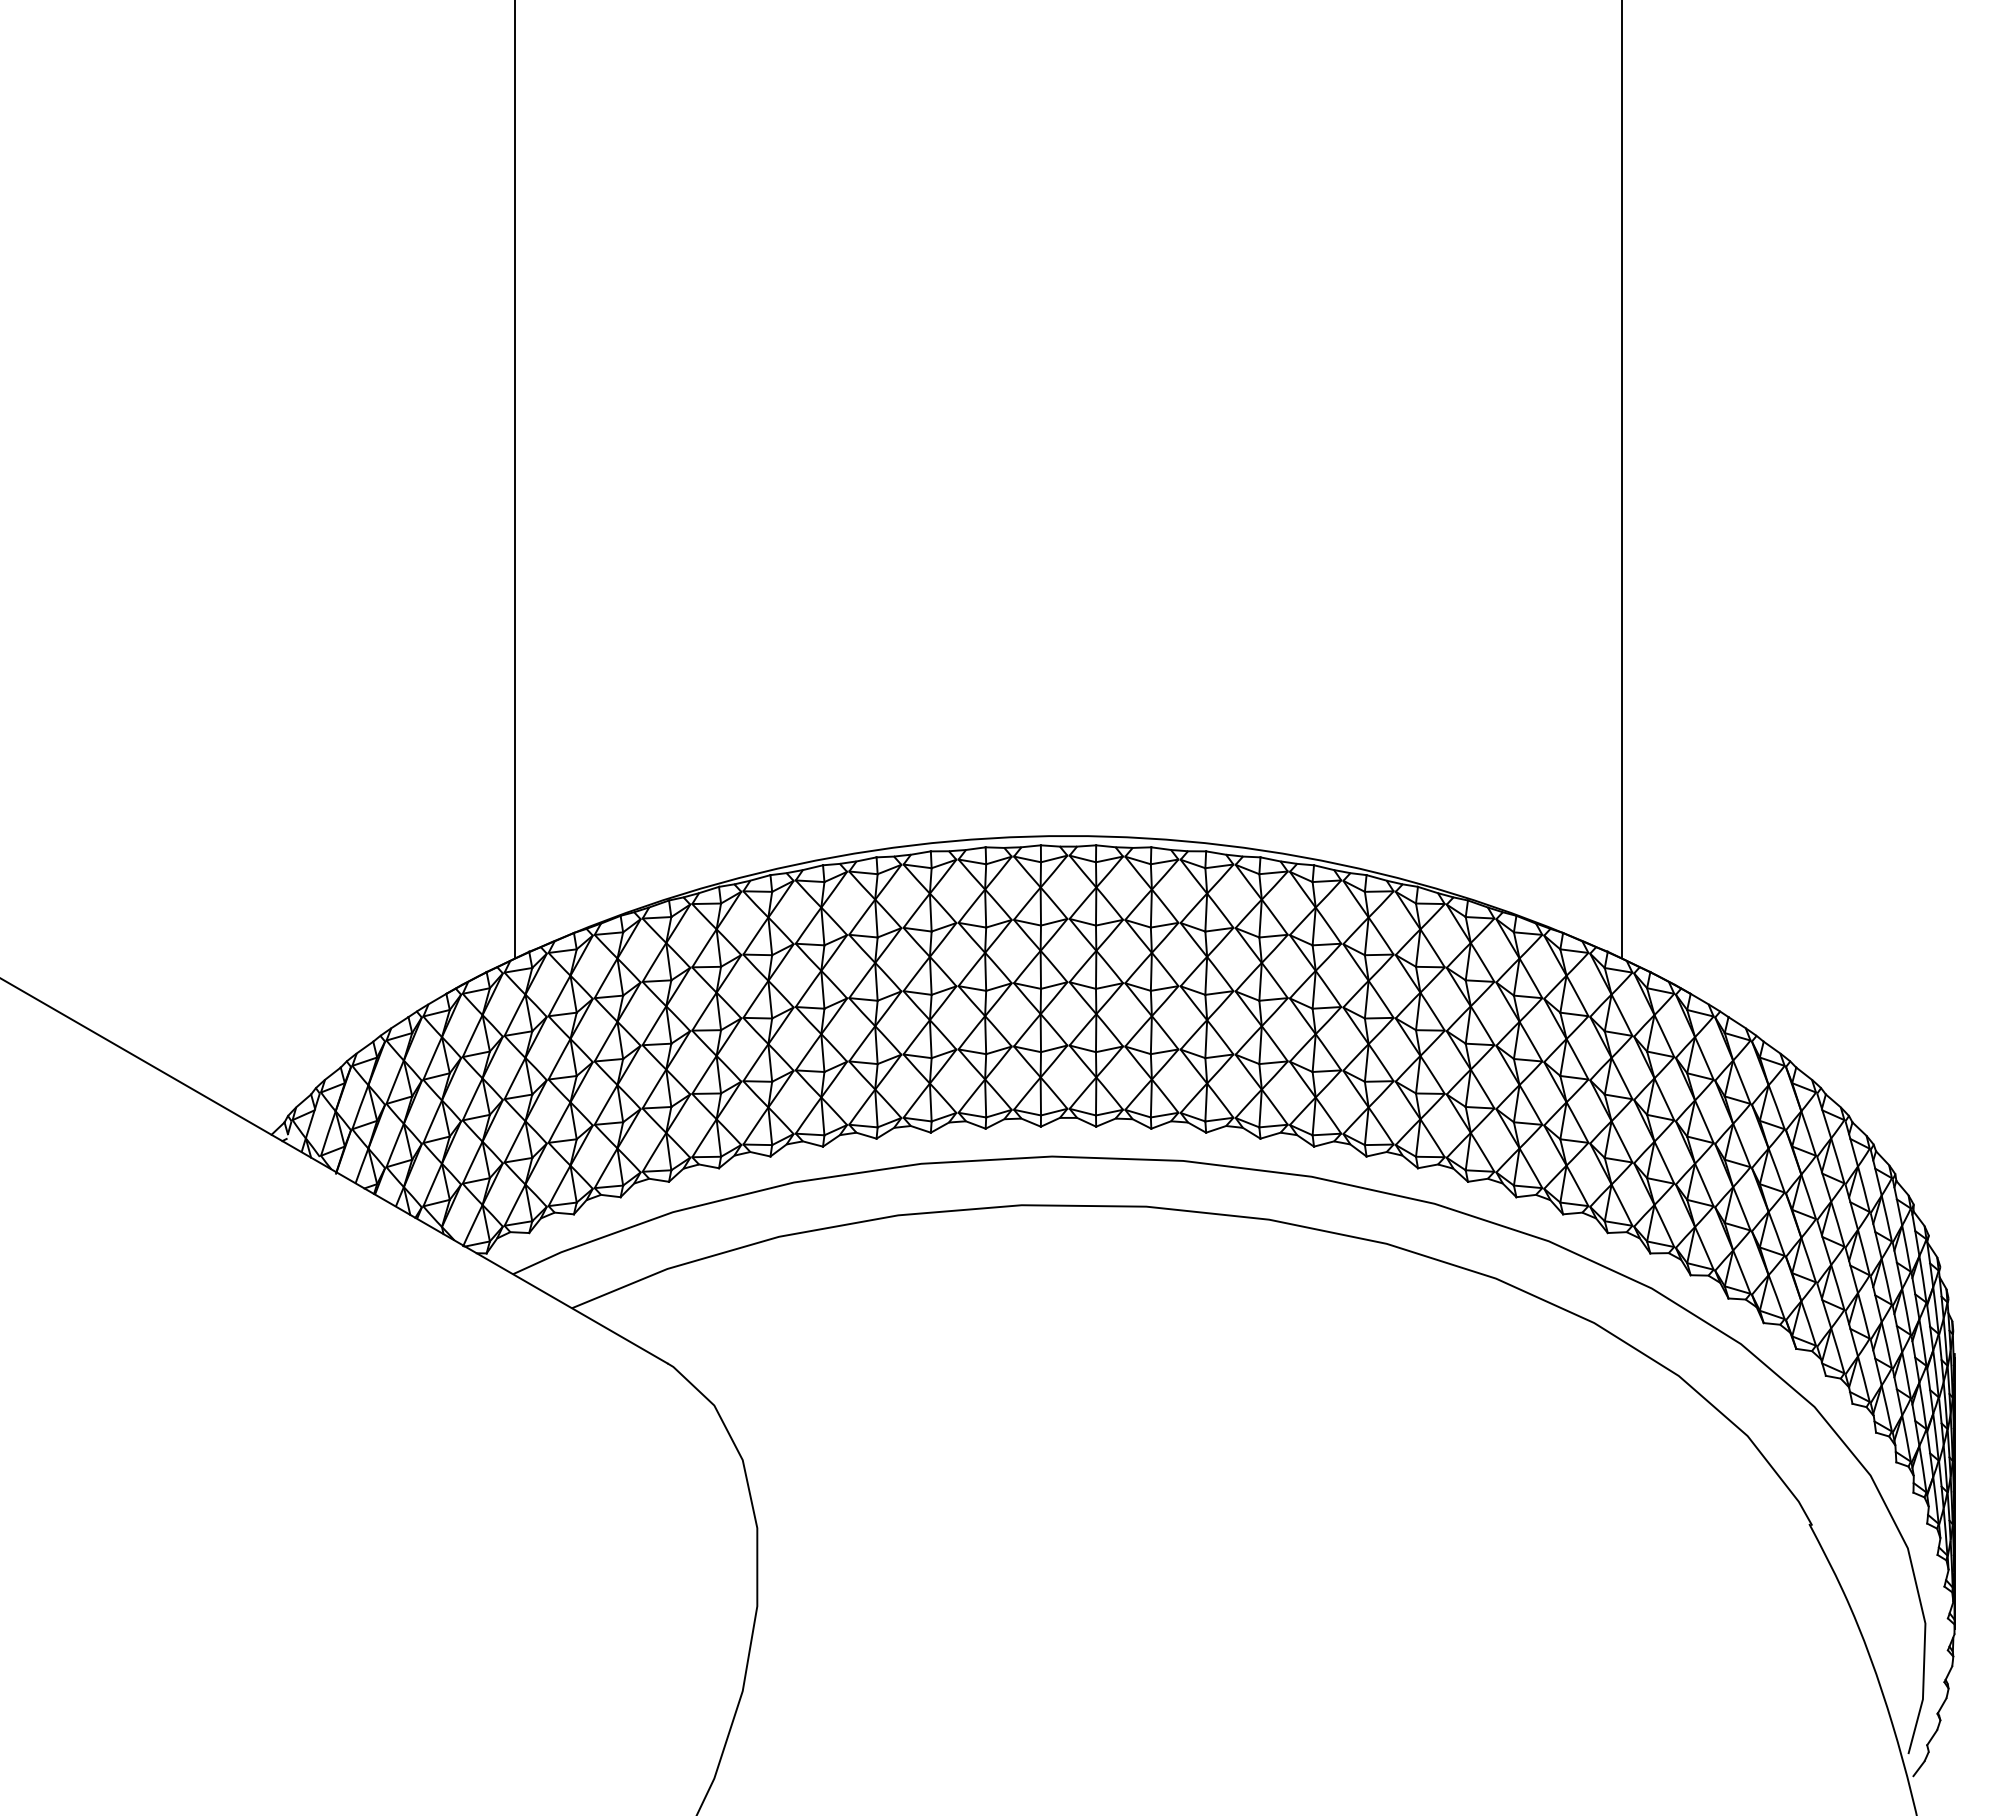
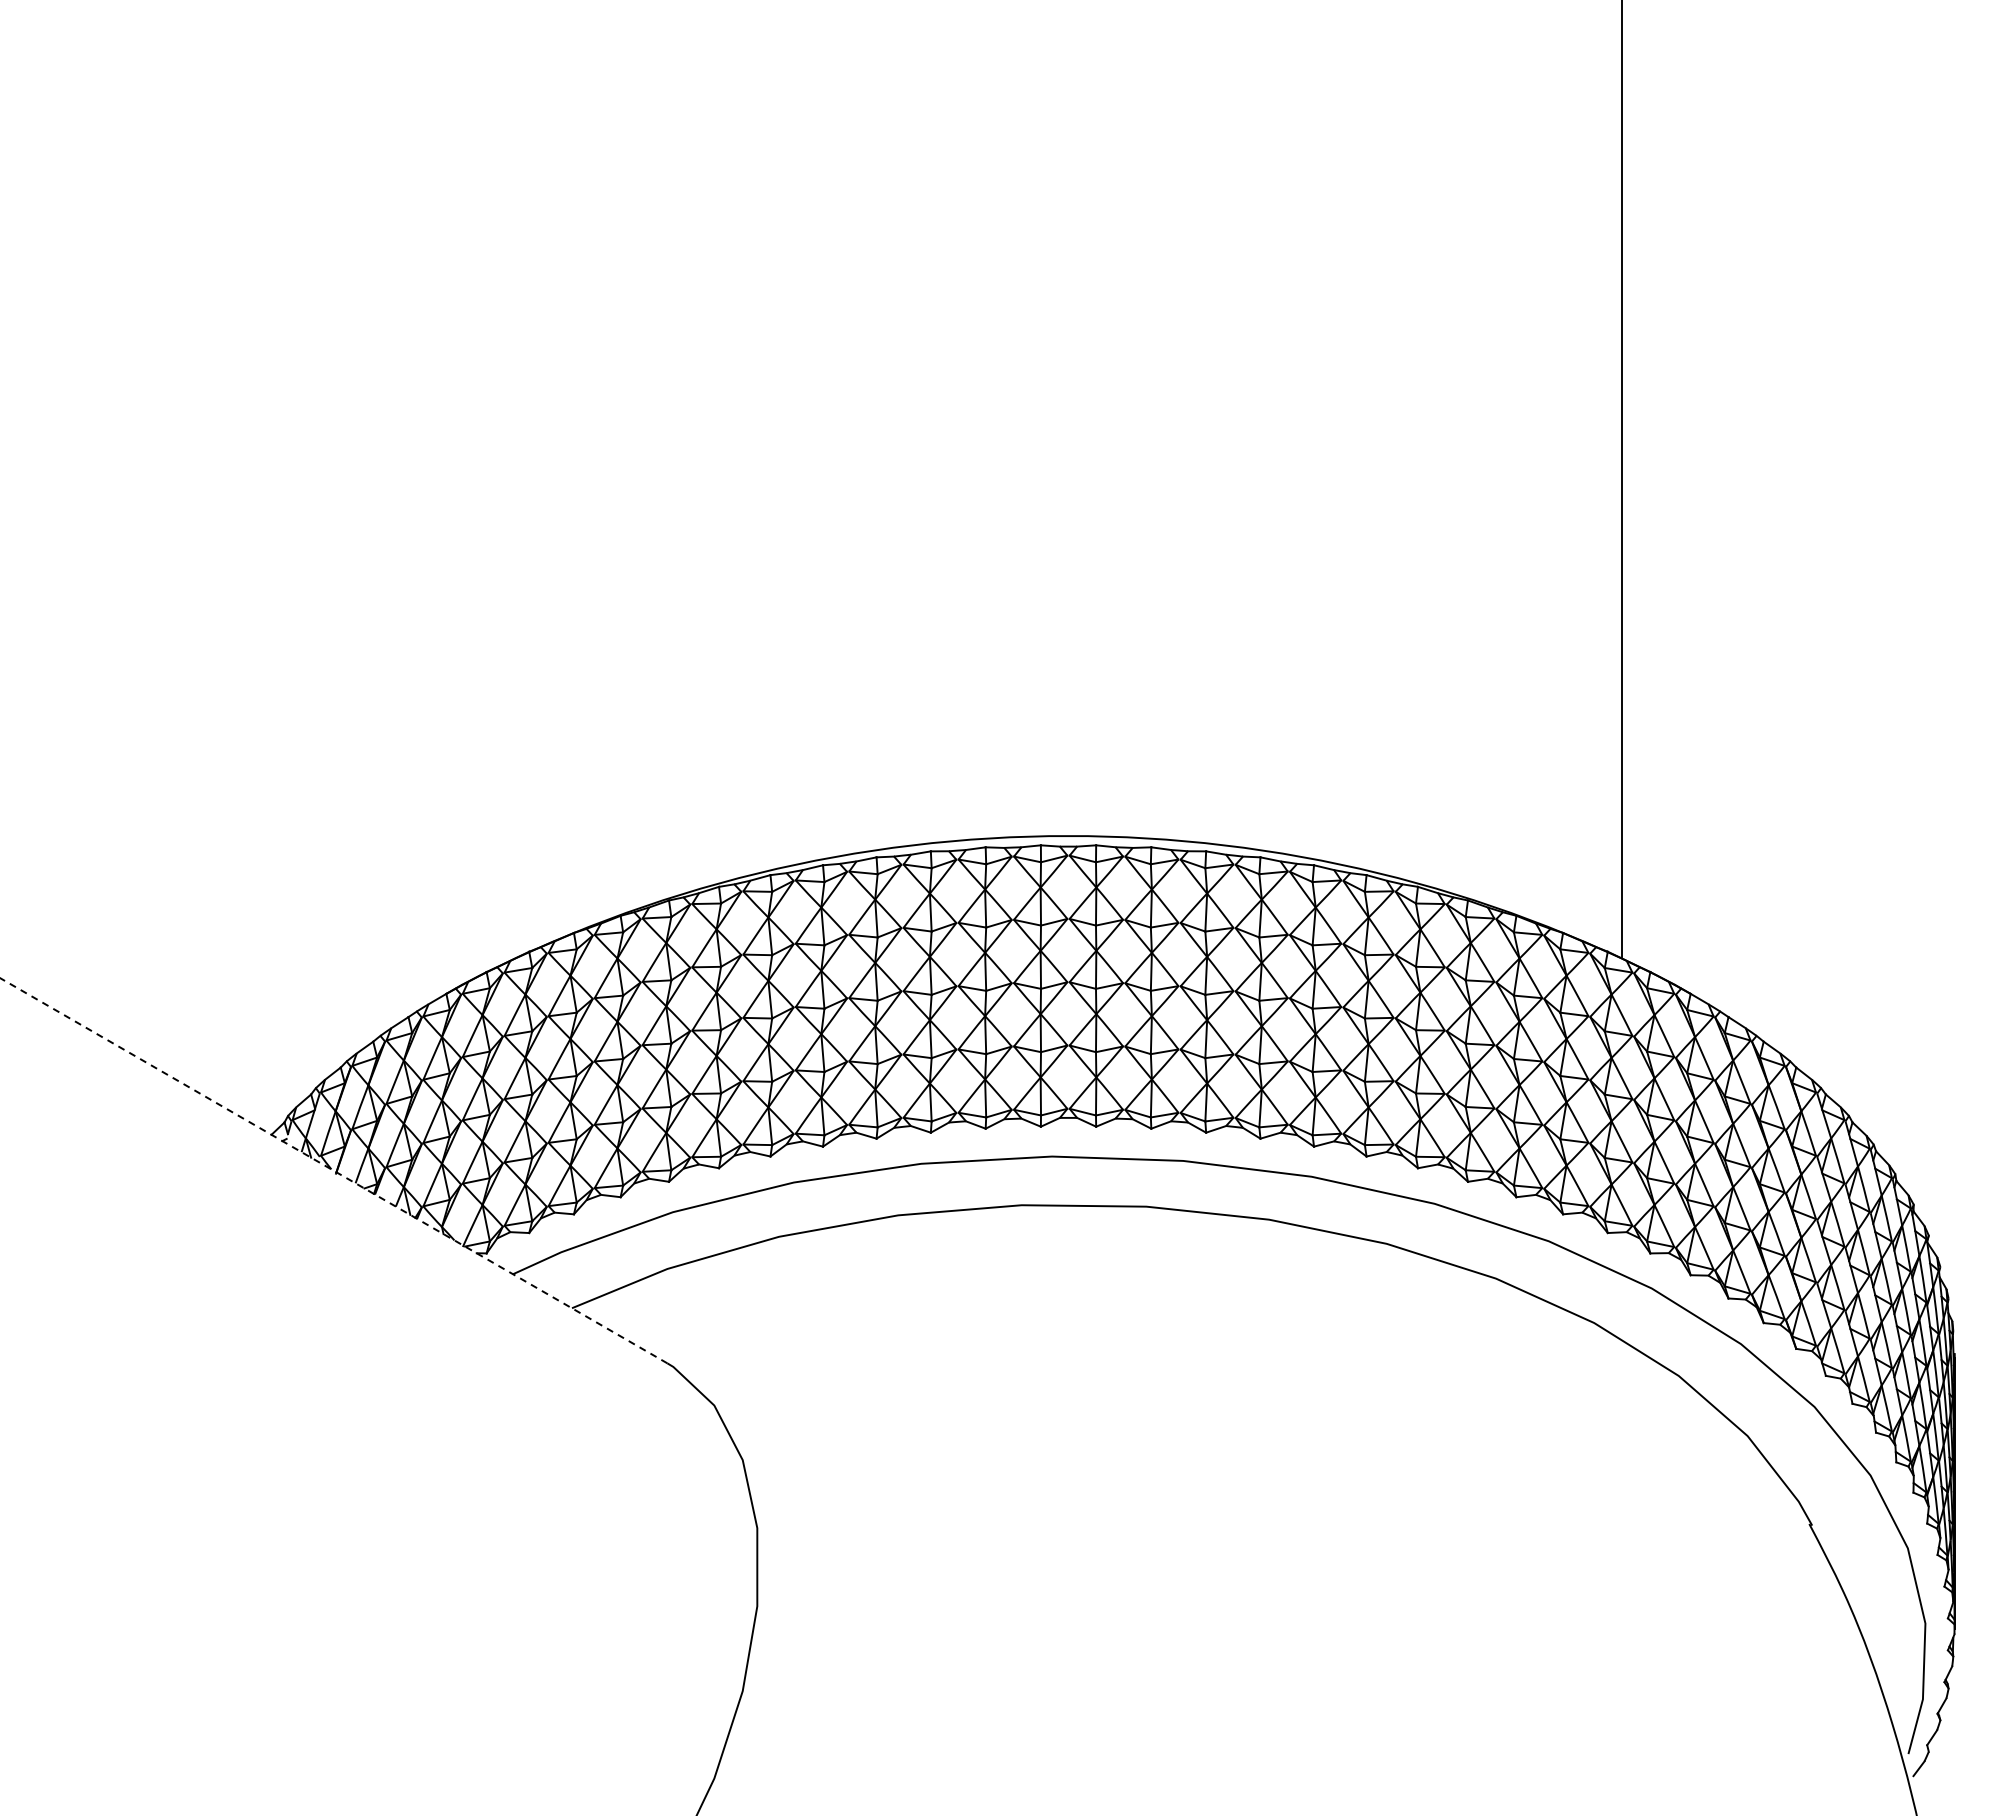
line at (514, 479): present -> none
line at (334, 1170): solid -> dashed
